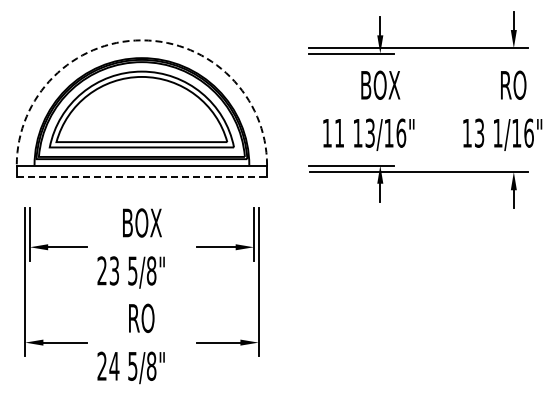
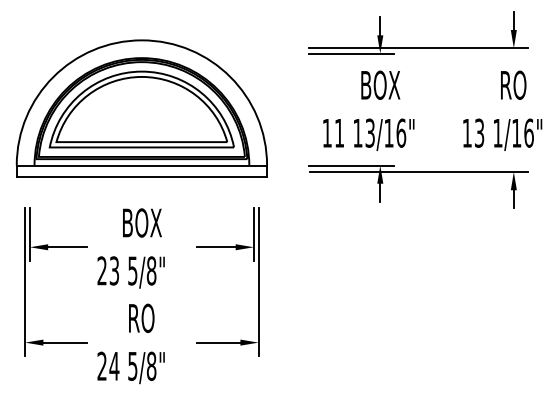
arc at (141, 40): dashed -> solid
line at (142, 177): dashed -> solid
